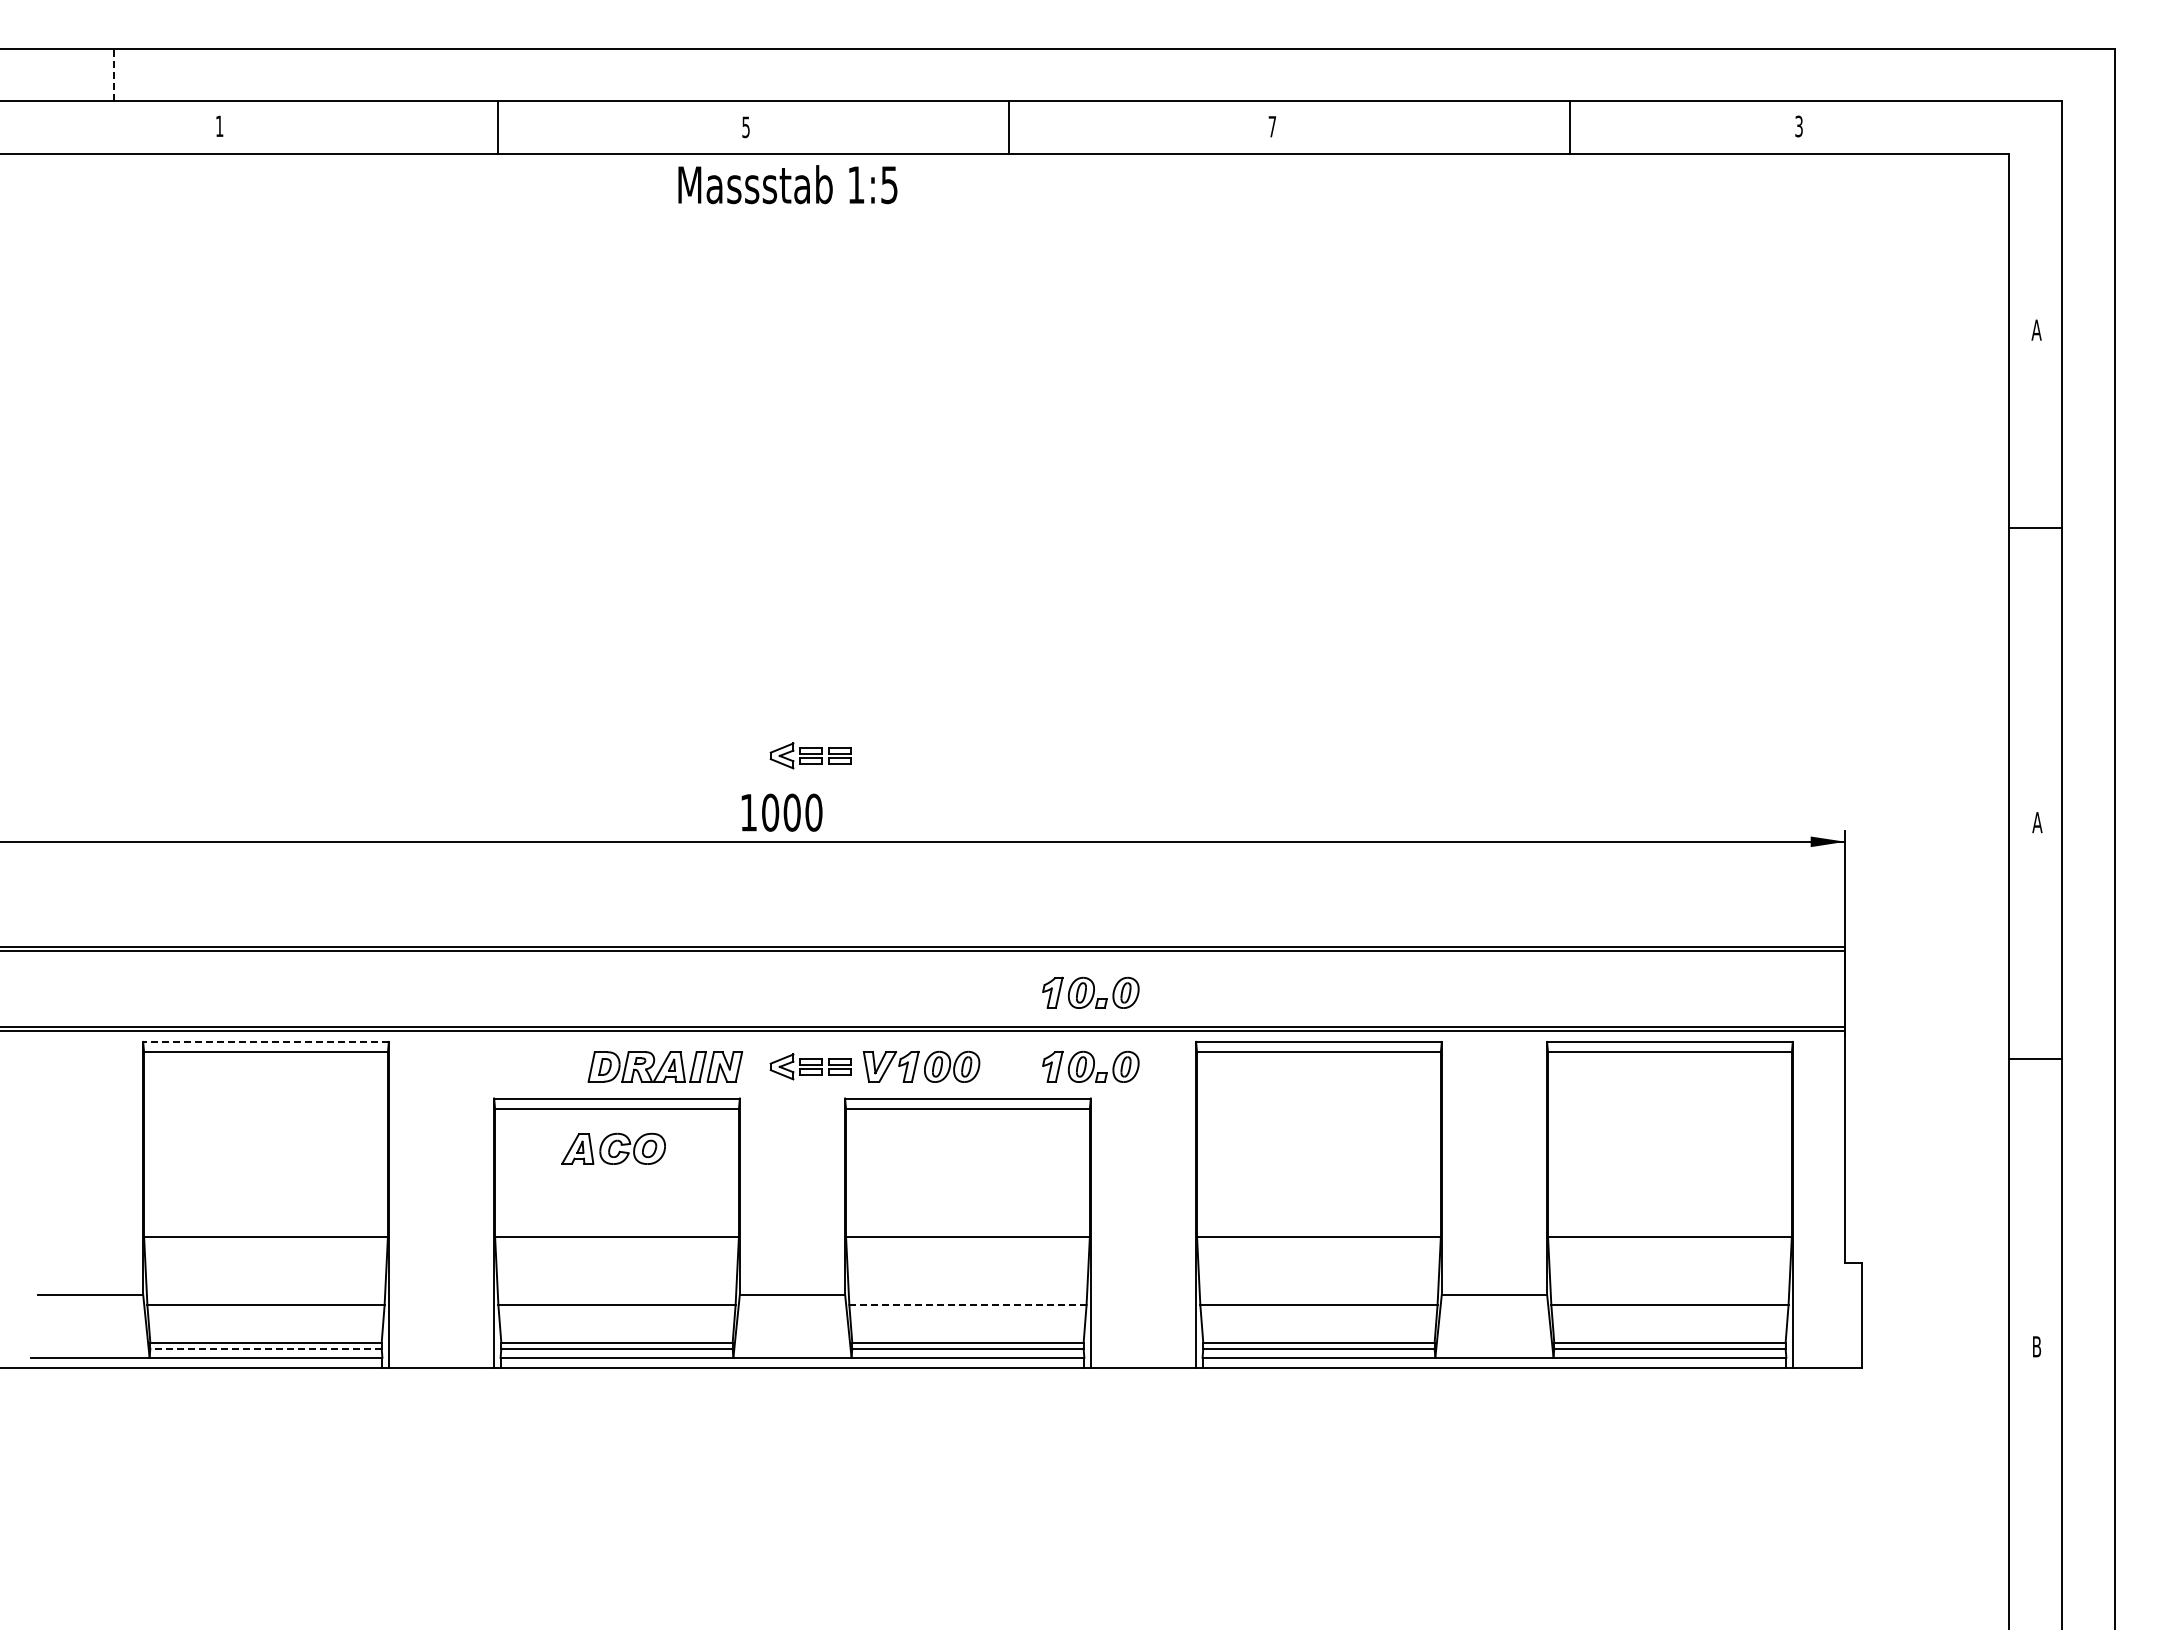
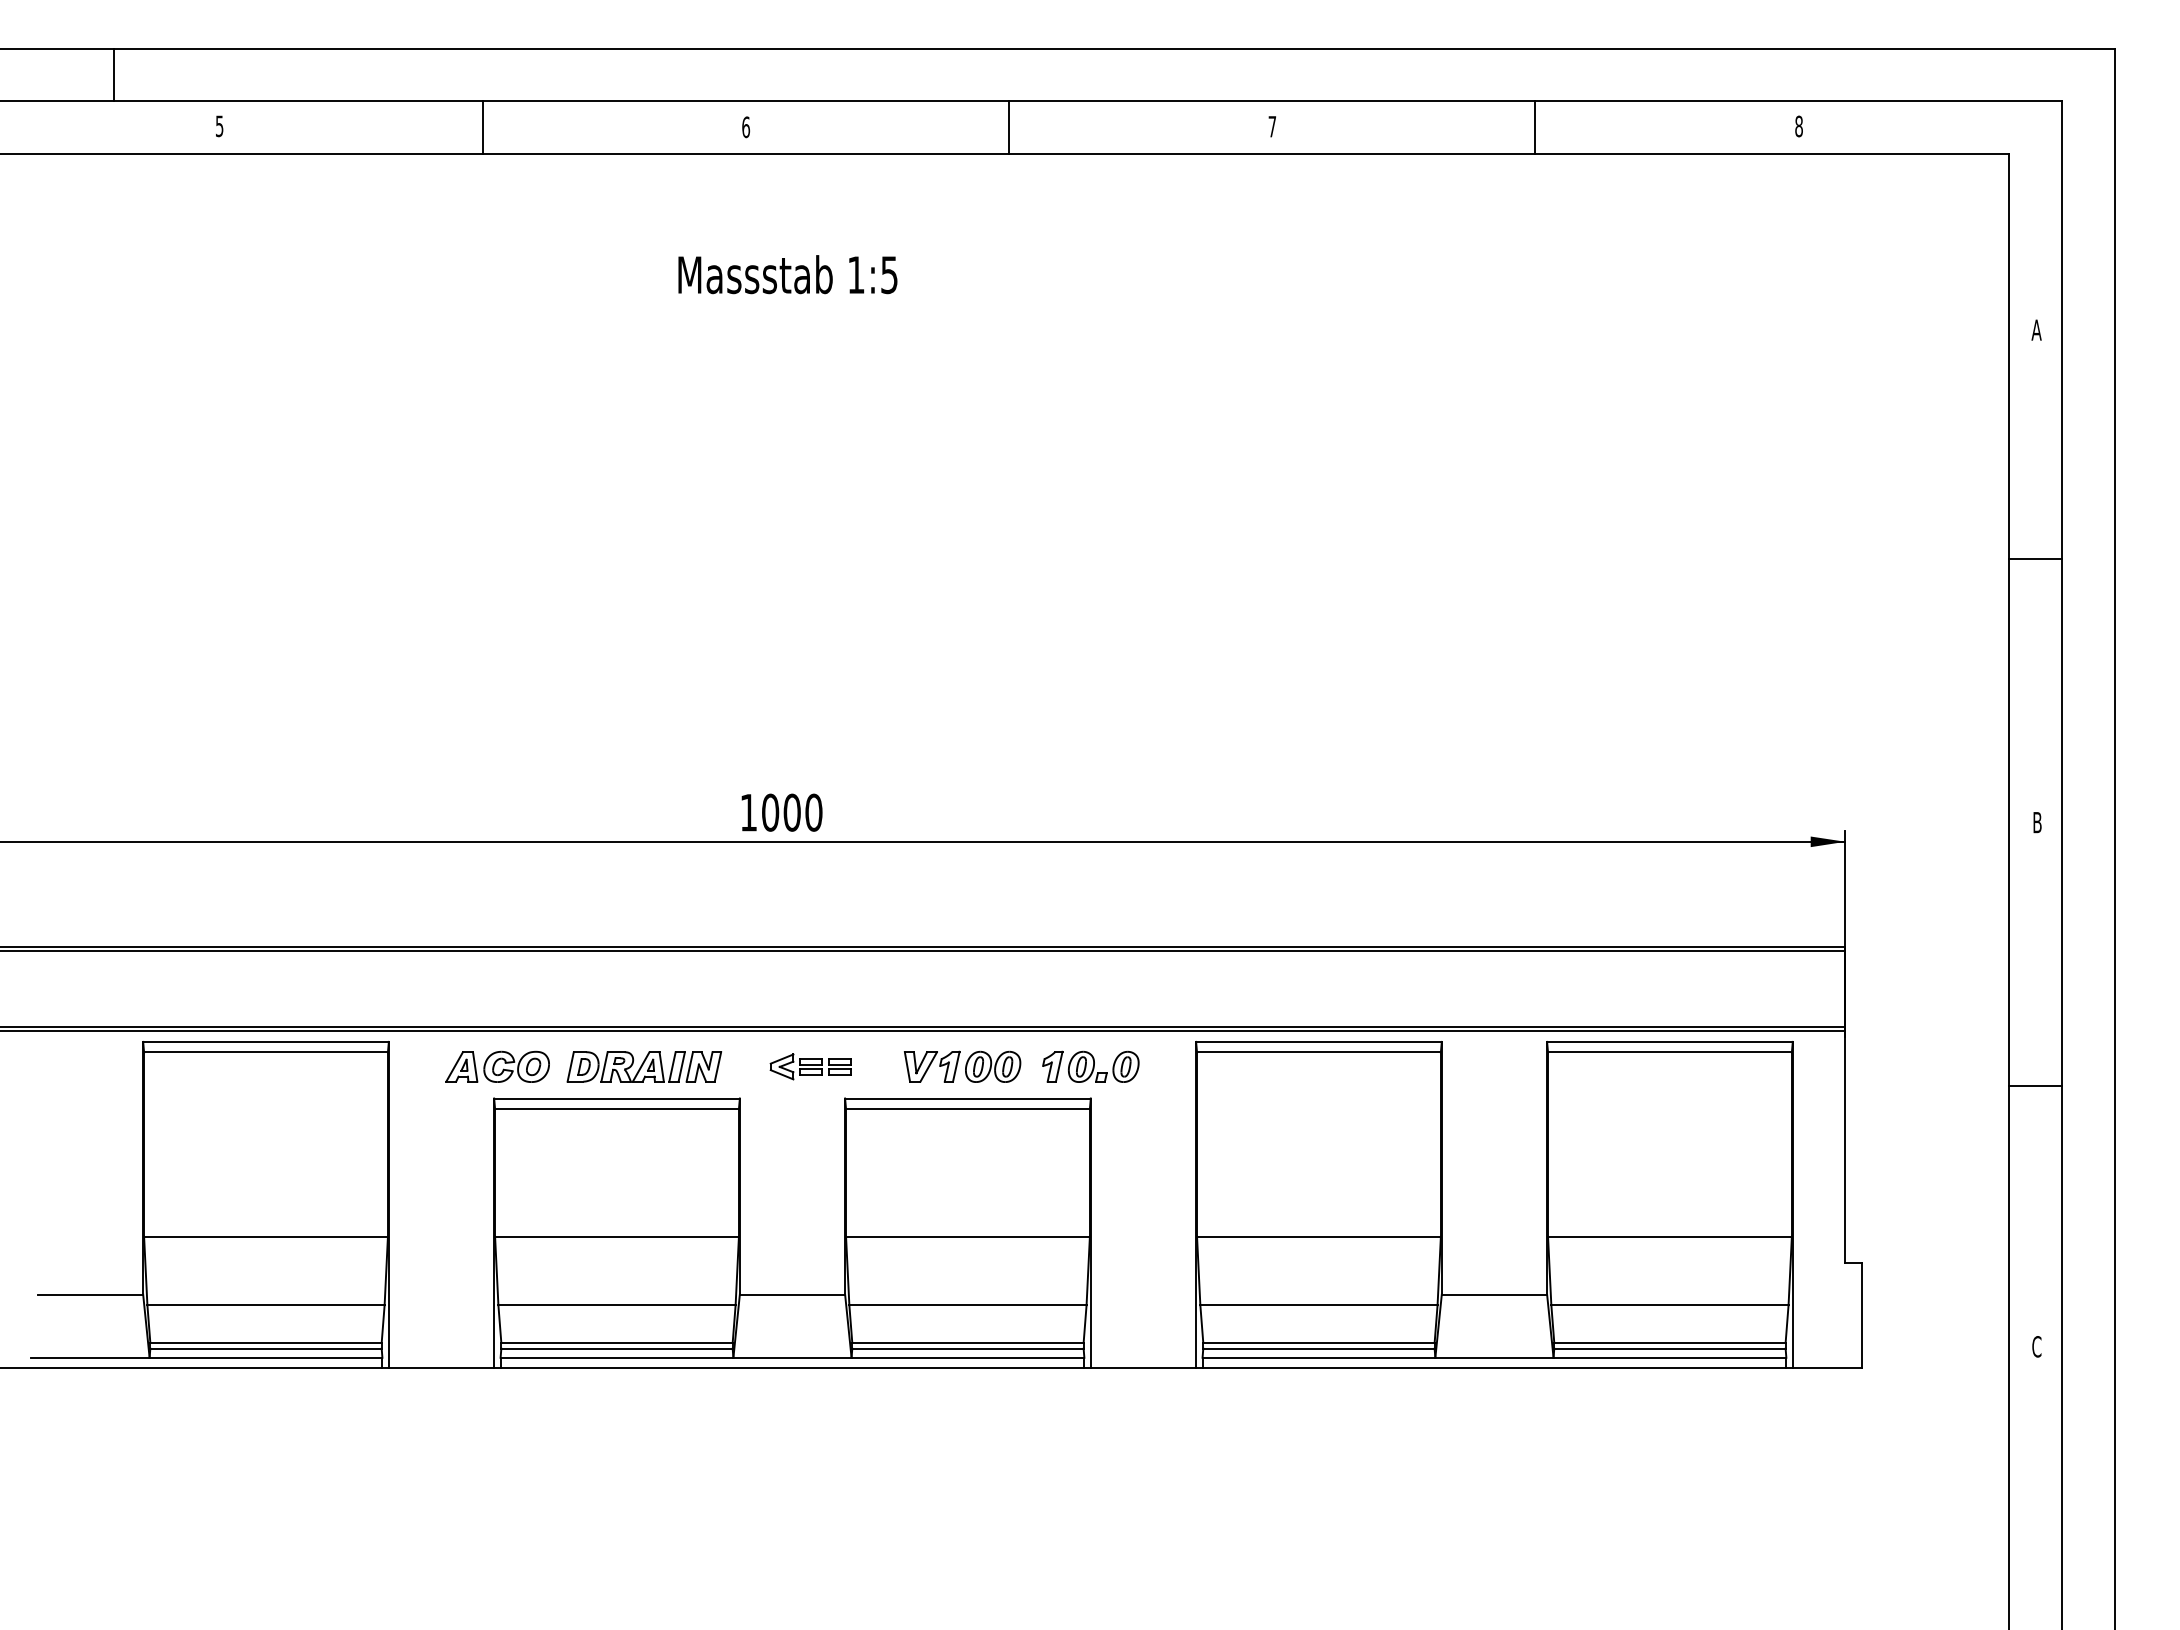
line at (113, 74): dashed -> solid
text at (219, 126): 1 -> 5
text at (1798, 126): 3 -> 8
line at (497, 127) position: (497, 127) -> (482, 127)
text at (746, 127): 5 -> 6
line at (1570, 127) position: (1570, 127) -> (1535, 127)
text at (787, 184) position: (787, 184) -> (787, 274)
line at (2035, 528) position: (2035, 528) -> (2035, 559)
part at (810, 755): present -> none
text at (2037, 822): A -> B
part at (1090, 992): present -> none
line at (266, 1041): dashed -> solid
line at (2035, 1058) position: (2035, 1058) -> (2035, 1085)
part at (665, 1066) position: (665, 1066) -> (644, 1066)
part at (921, 1066) position: (921, 1066) -> (962, 1066)
part at (613, 1148) position: (613, 1148) -> (497, 1066)
line at (967, 1305): dashed -> solid
text at (2036, 1346): B -> C
line at (266, 1348): dashed -> solid
